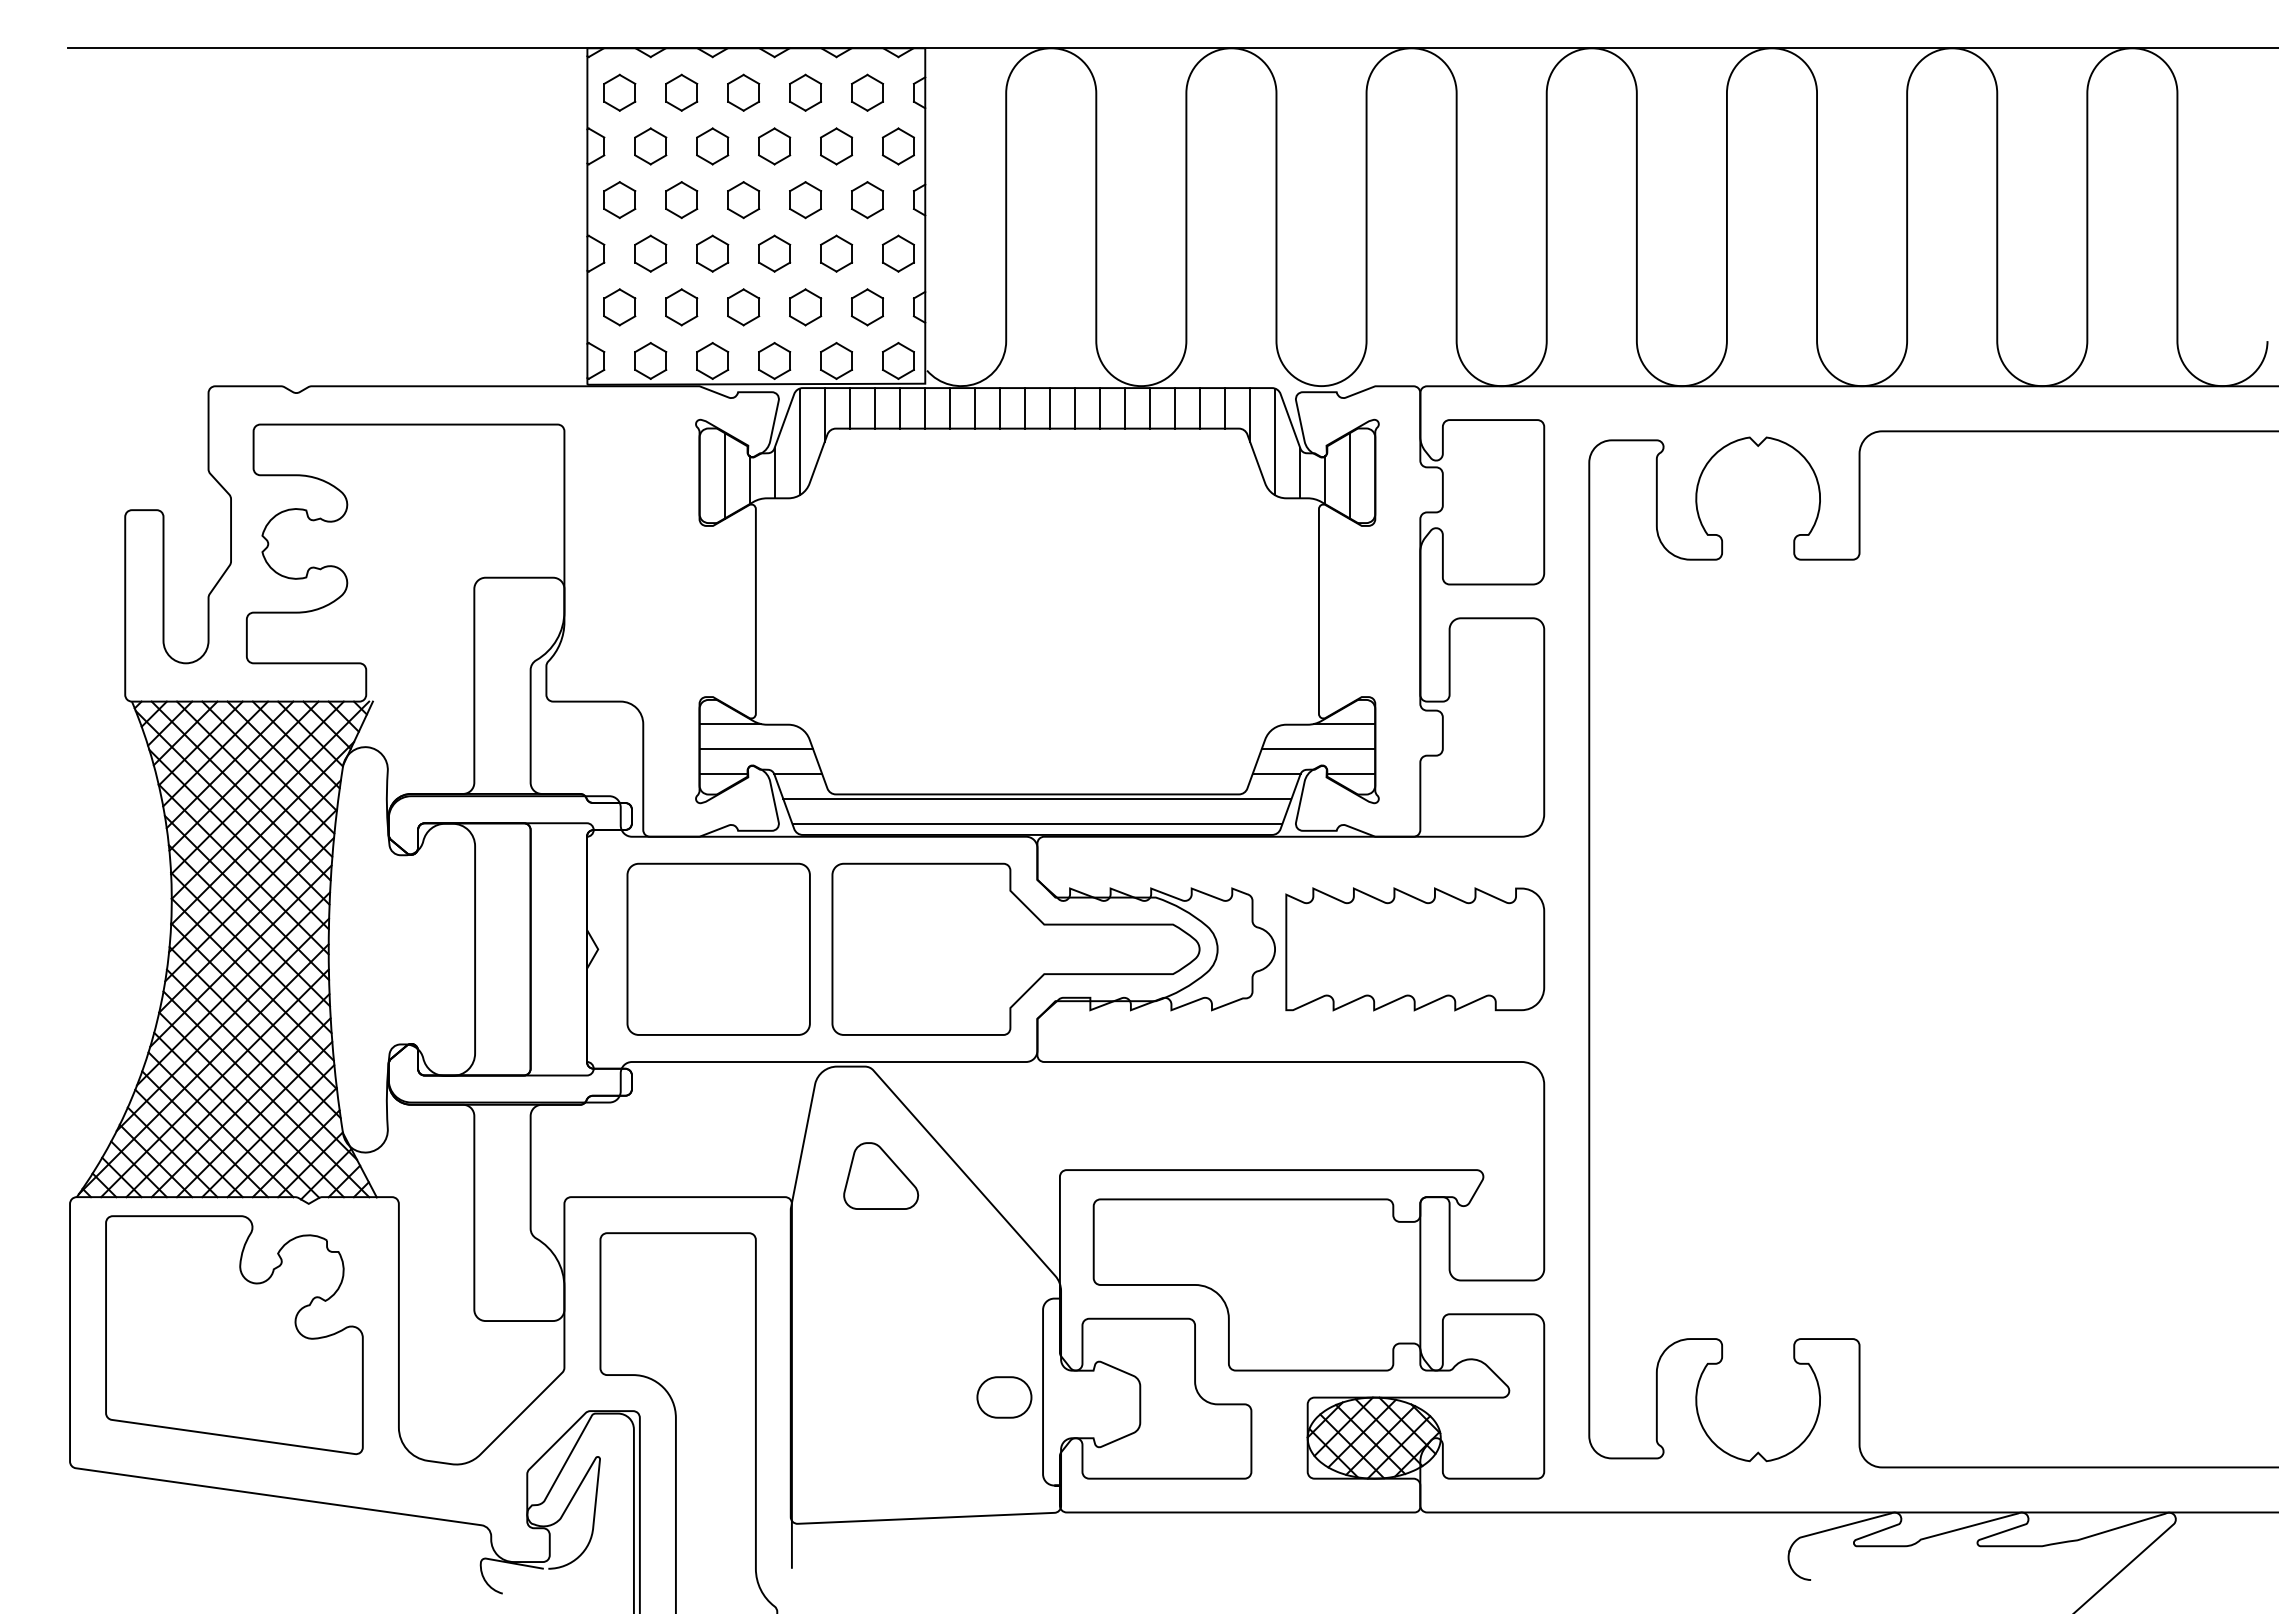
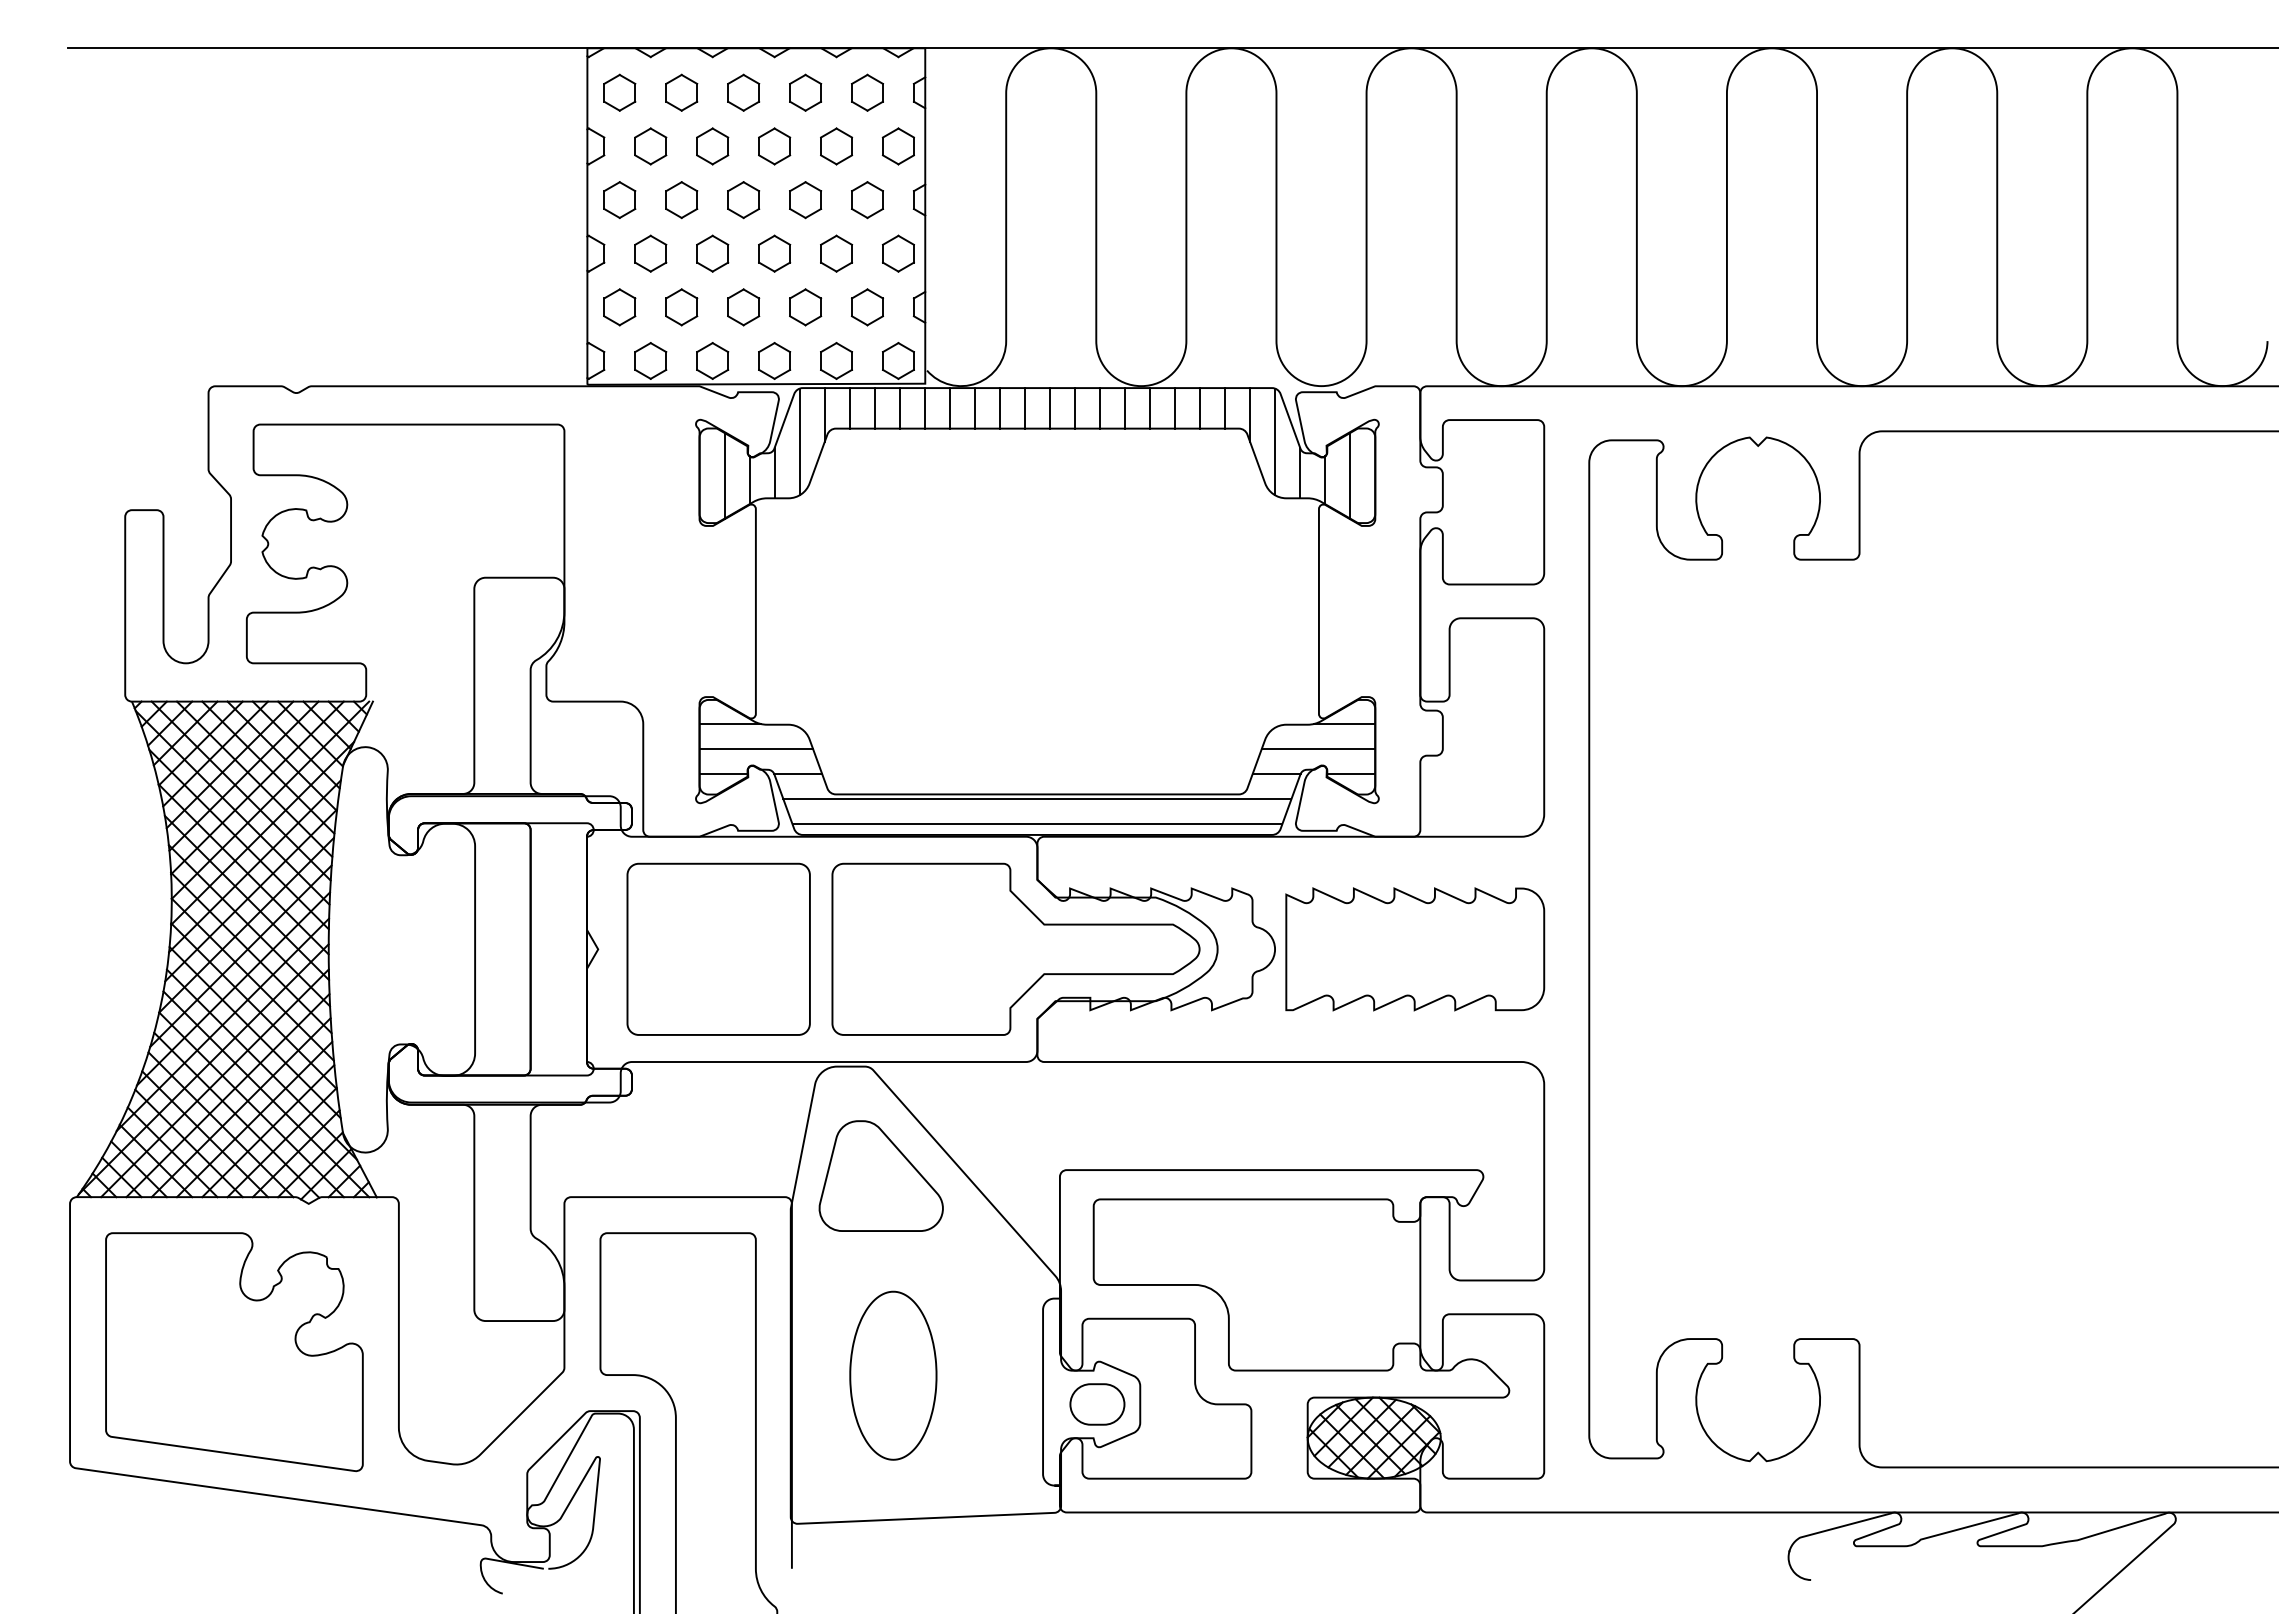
part at (881, 1175) size: 77x68 px -> 126x112 px
part at (234, 1335) position: (234, 1335) -> (234, 1352)
part at (893, 1375): none -> present
part at (1004, 1397) position: (1004, 1397) -> (1097, 1404)
